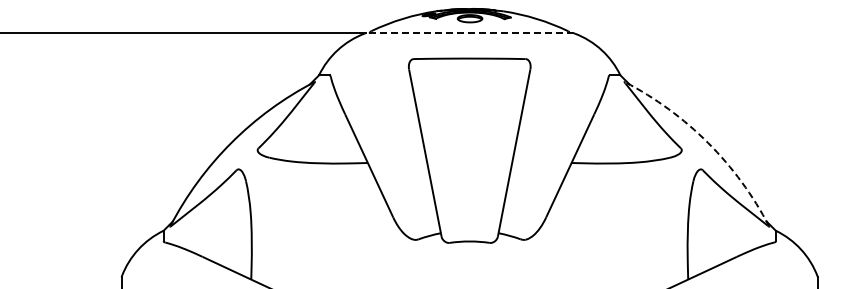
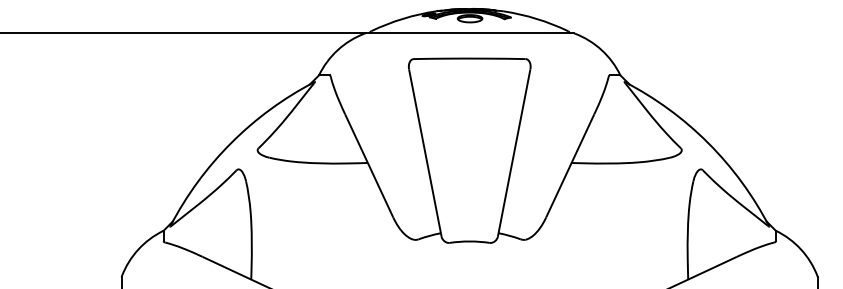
line at (469, 33): dashed -> solid
arc at (708, 143): dashed -> solid
